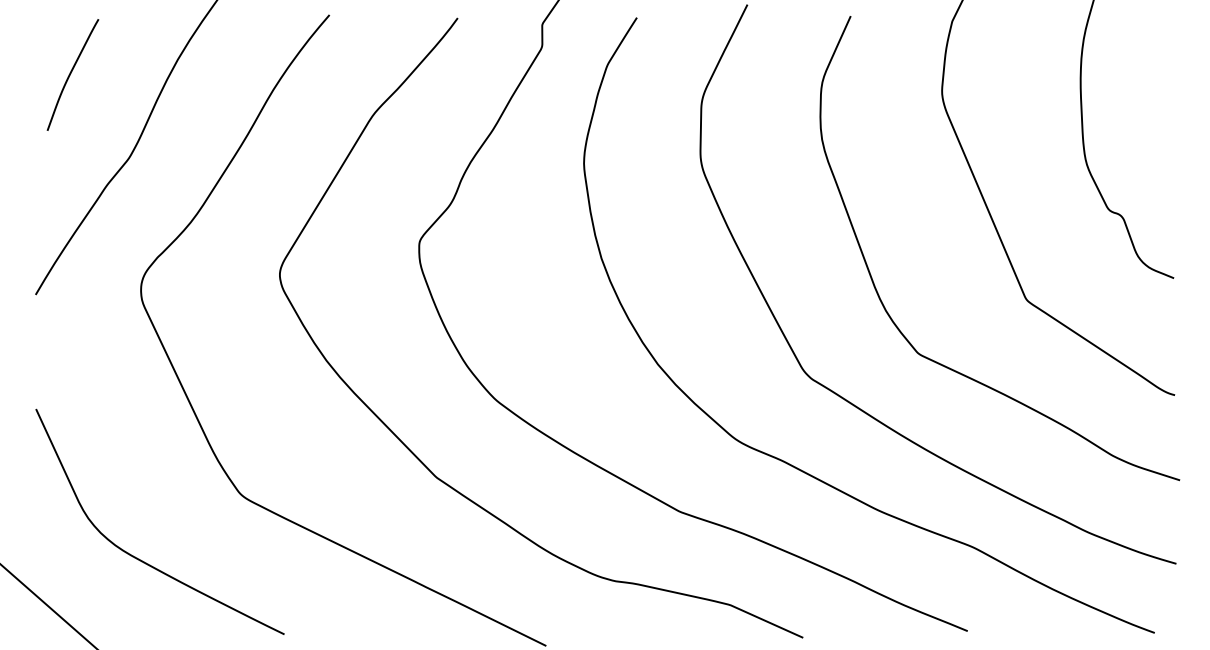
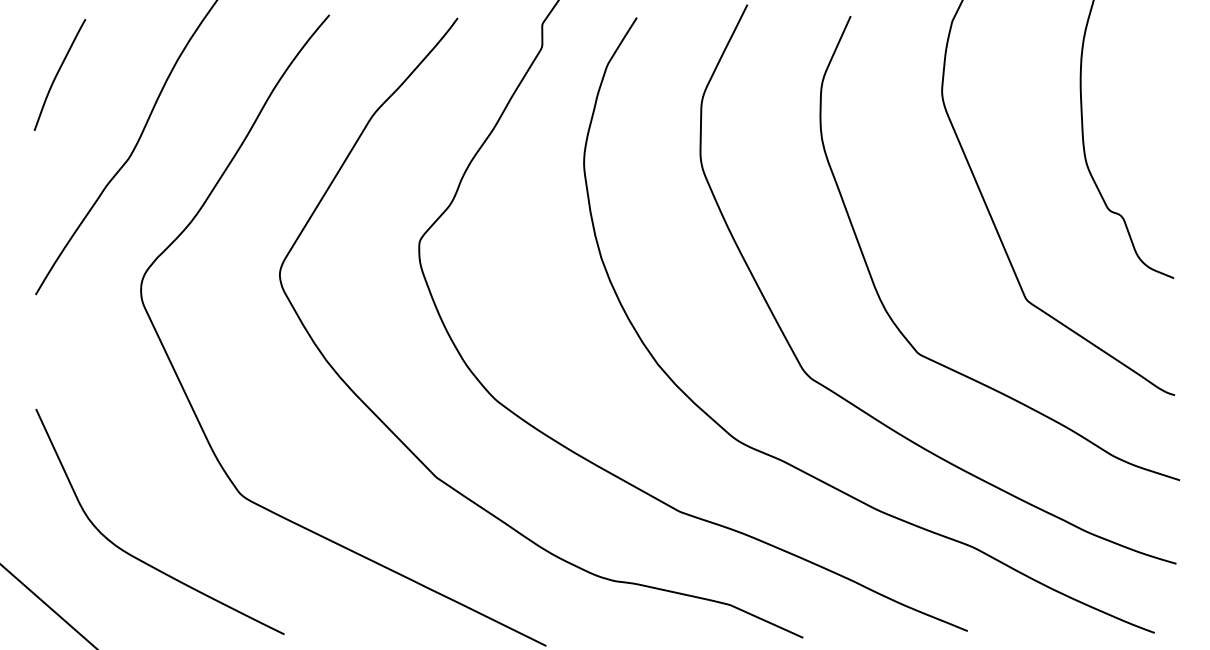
curve at (71, 73) position: (71, 73) -> (58, 73)
